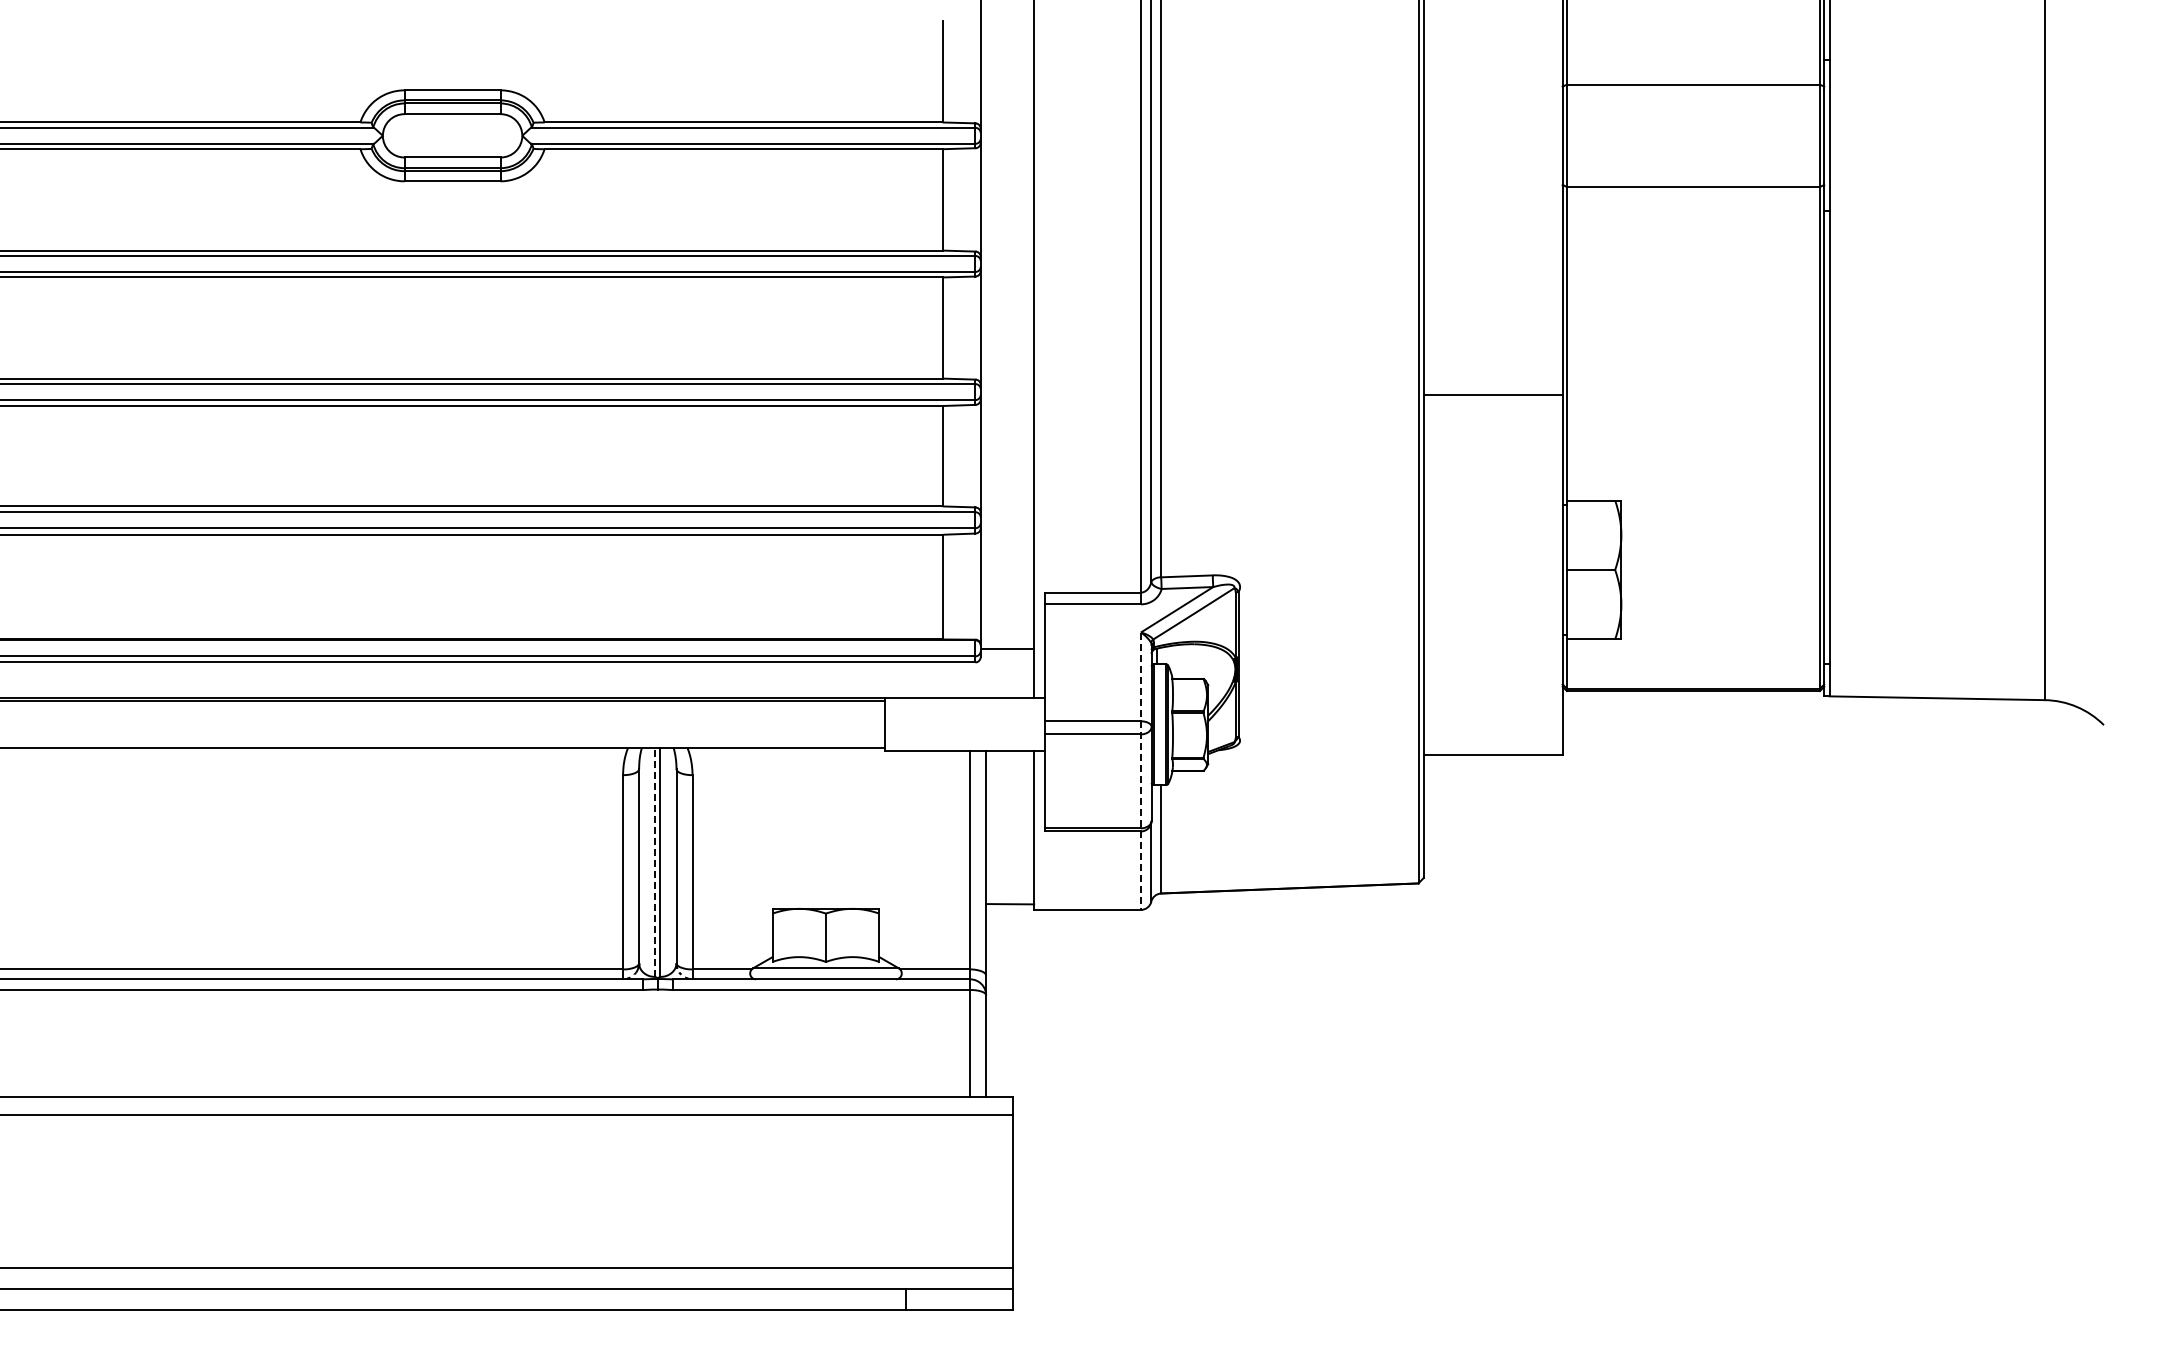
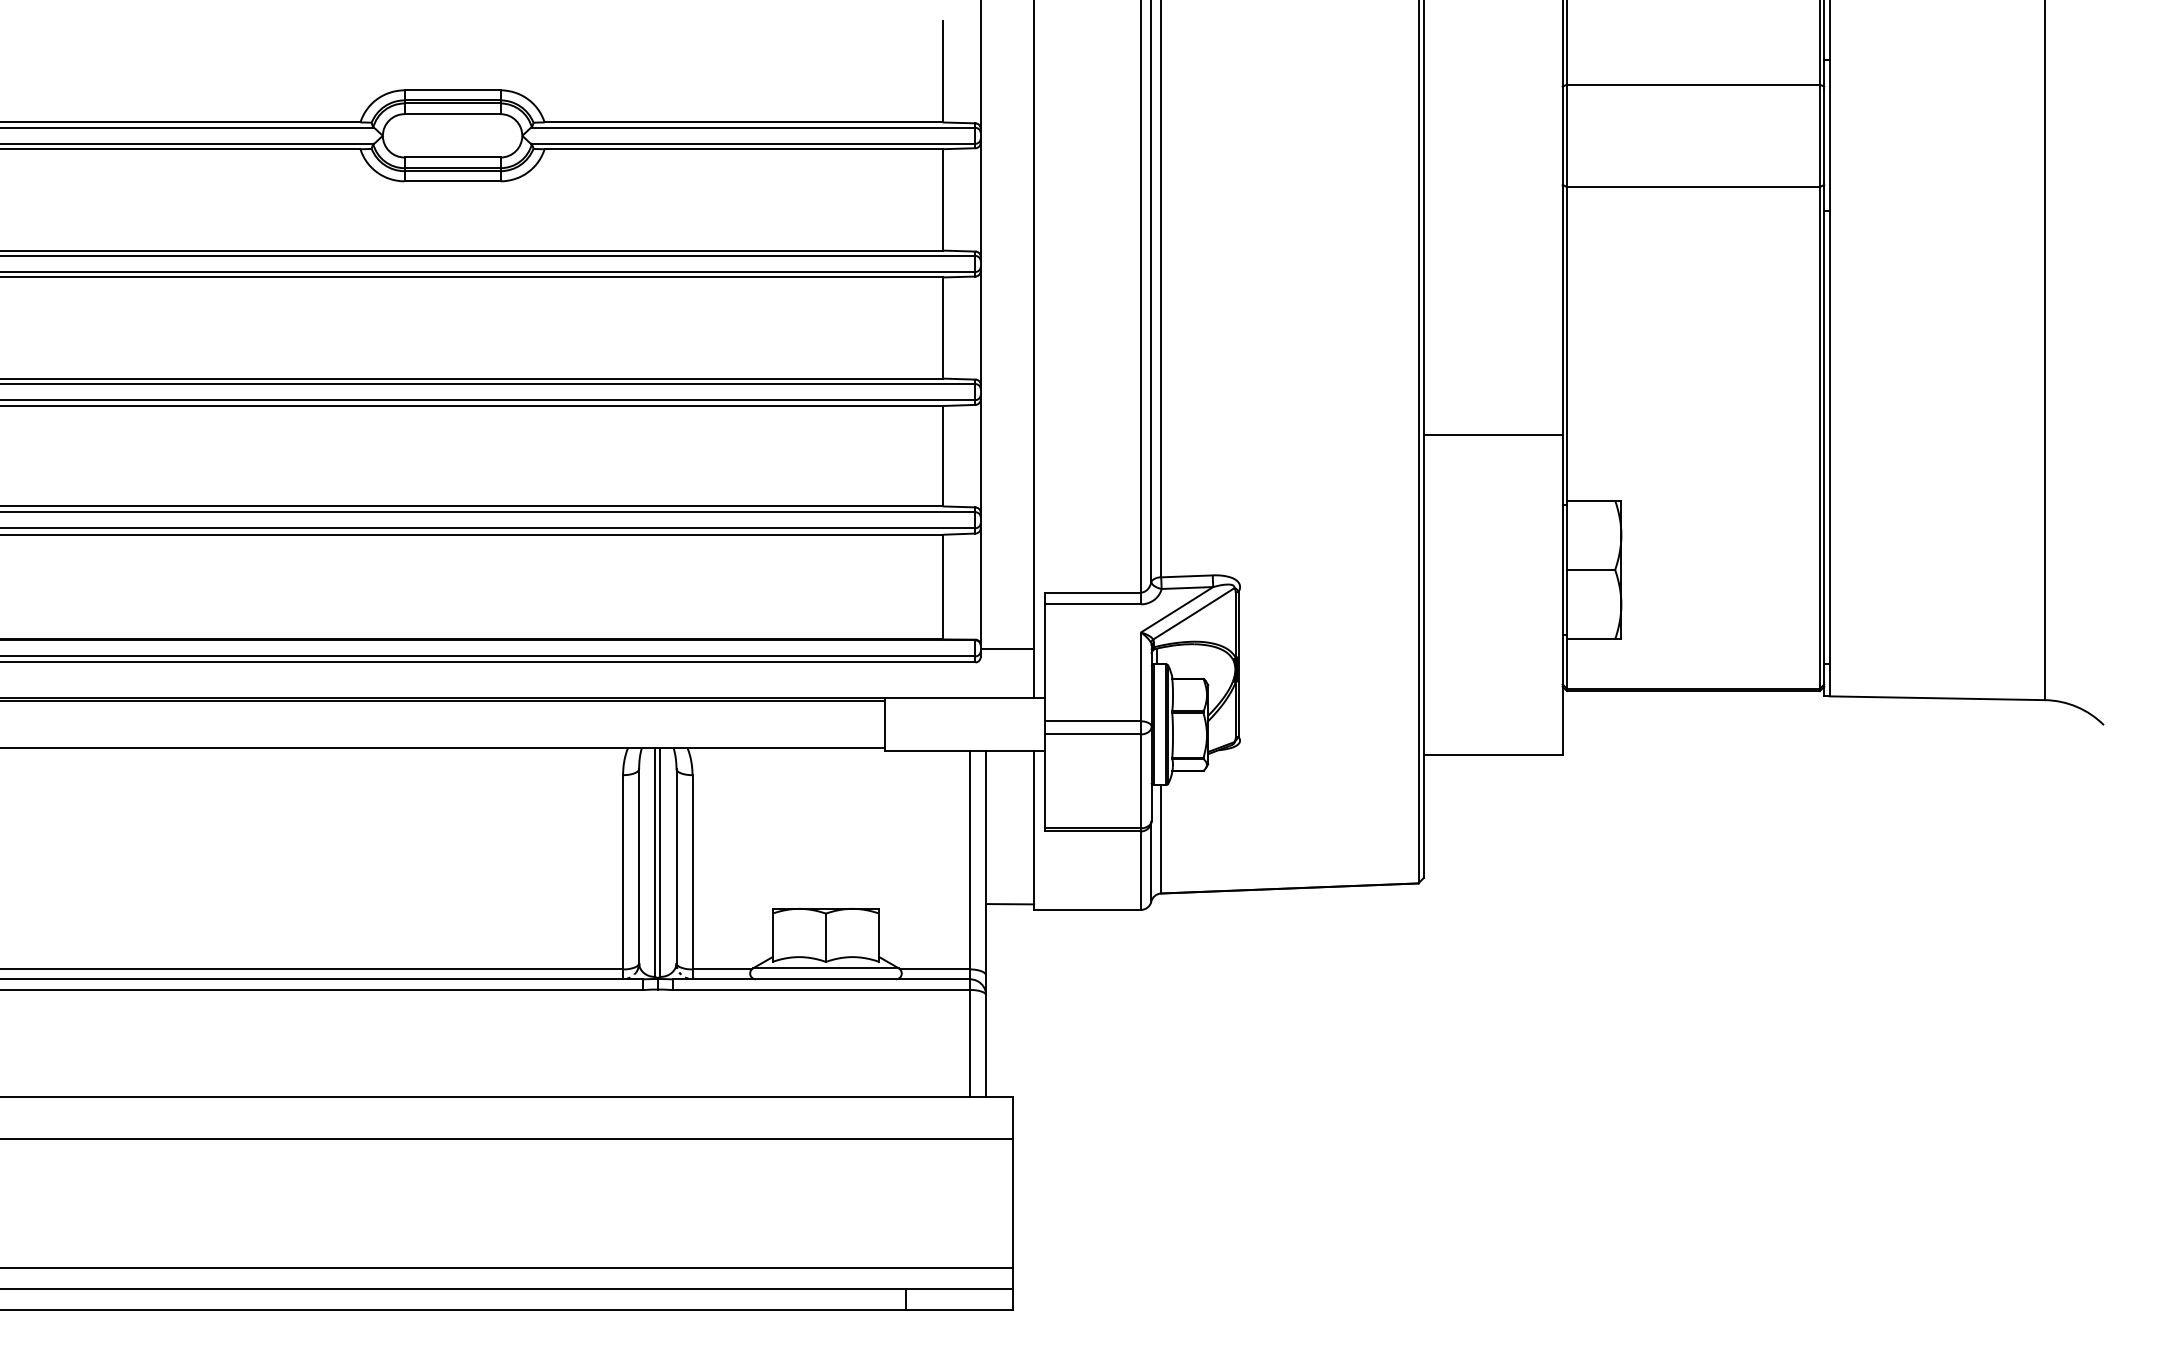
line at (1492, 394) position: (1492, 394) -> (1492, 434)
line at (1140, 771): dashed -> solid
line at (655, 861): dashed -> solid
line at (507, 1115) position: (507, 1115) -> (507, 1139)
